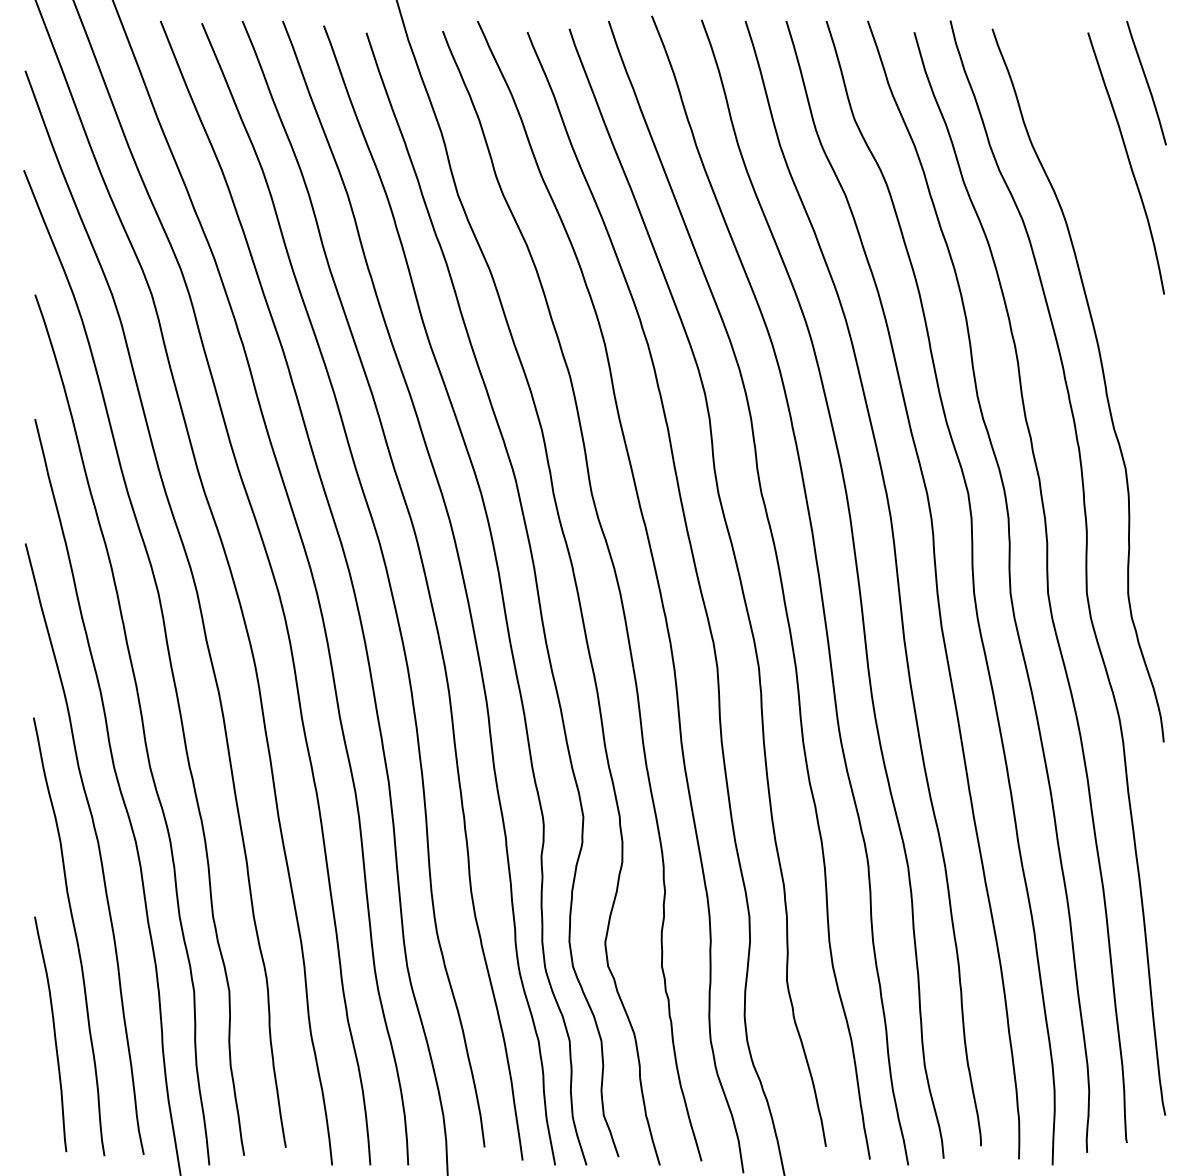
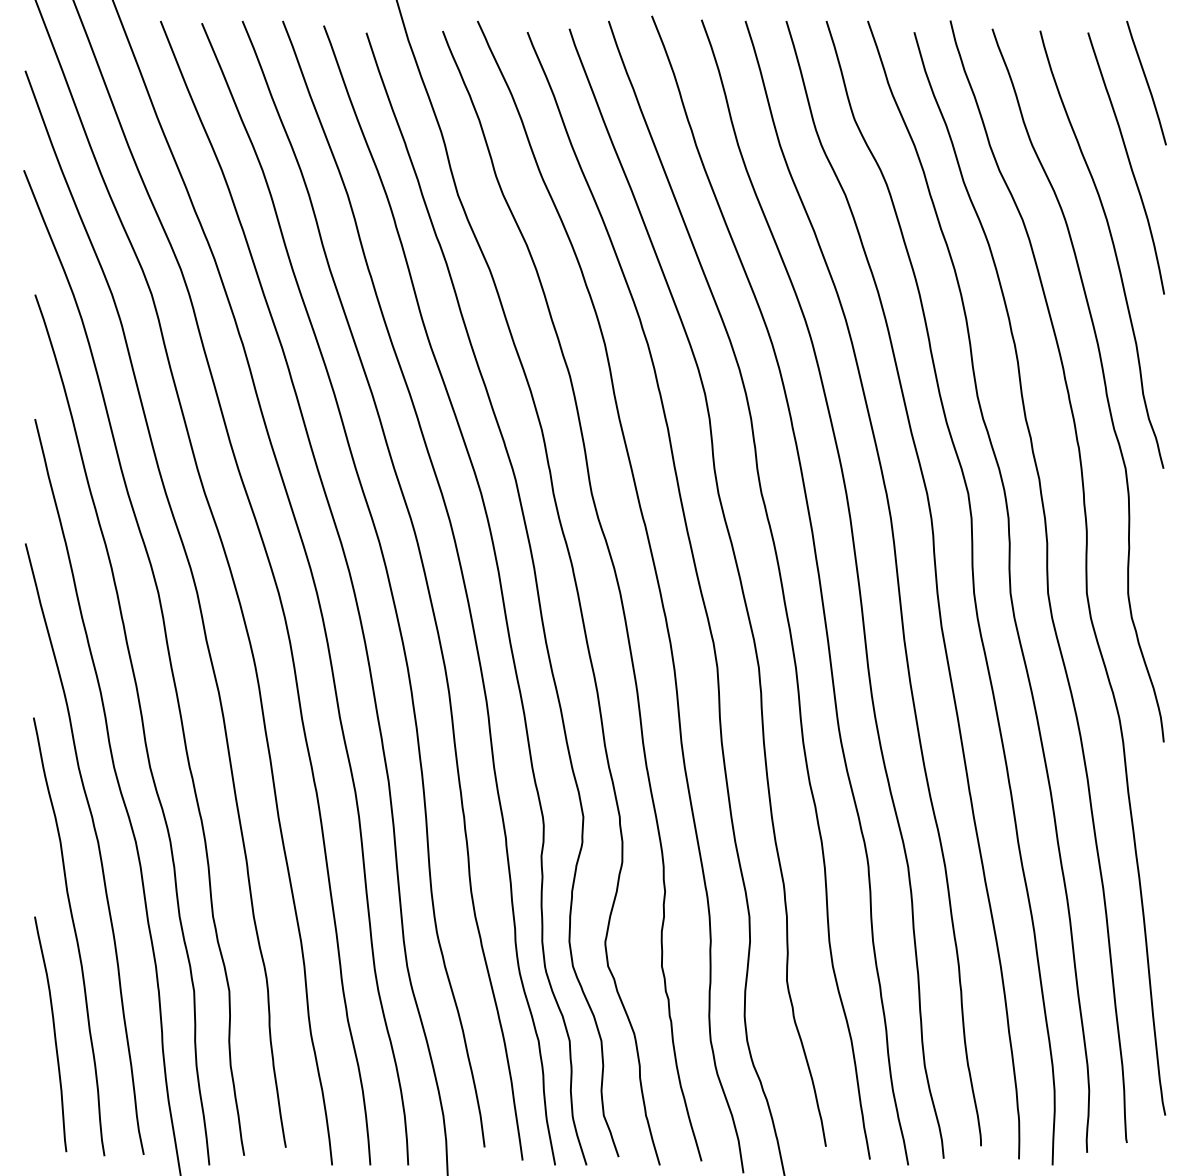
curve at (1112, 245): none -> present
